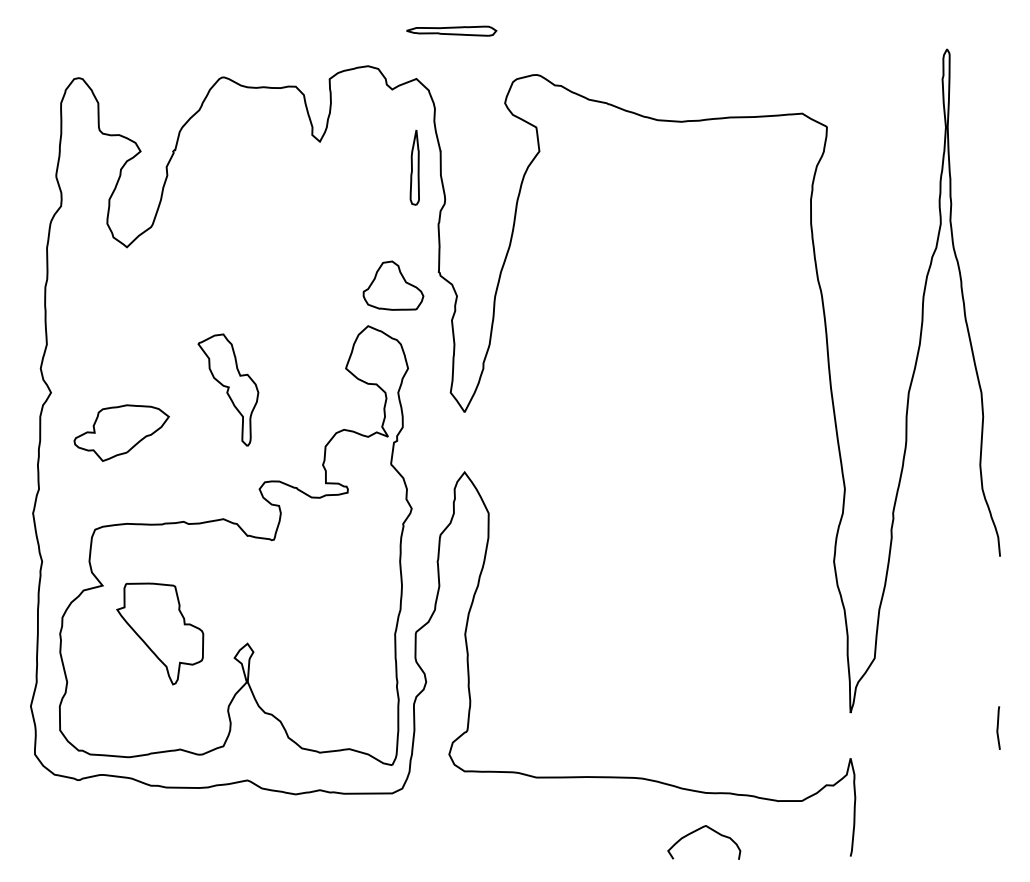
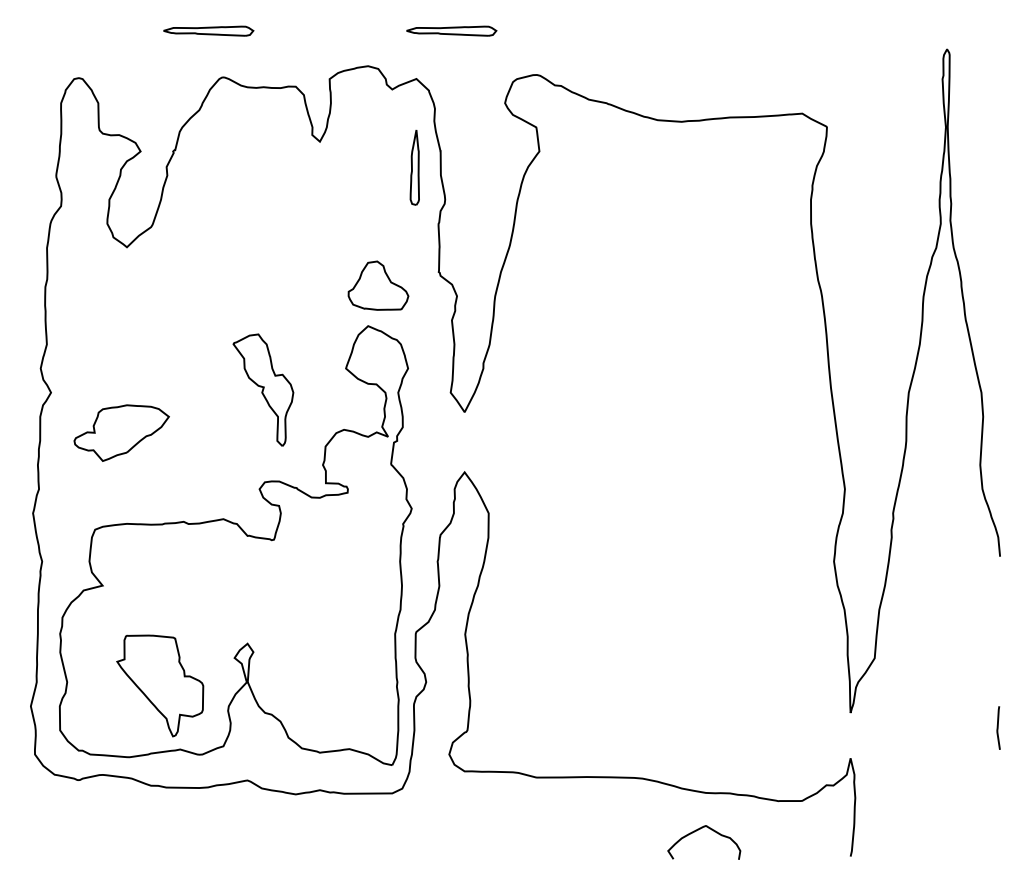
part at (208, 30): none -> present
part at (393, 285) position: (393, 285) -> (378, 285)
part at (228, 389) position: (228, 389) -> (263, 389)
part at (160, 633) position: (160, 633) -> (160, 685)
